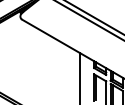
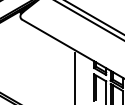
line at (79, 76) position: (79, 76) -> (74, 76)
